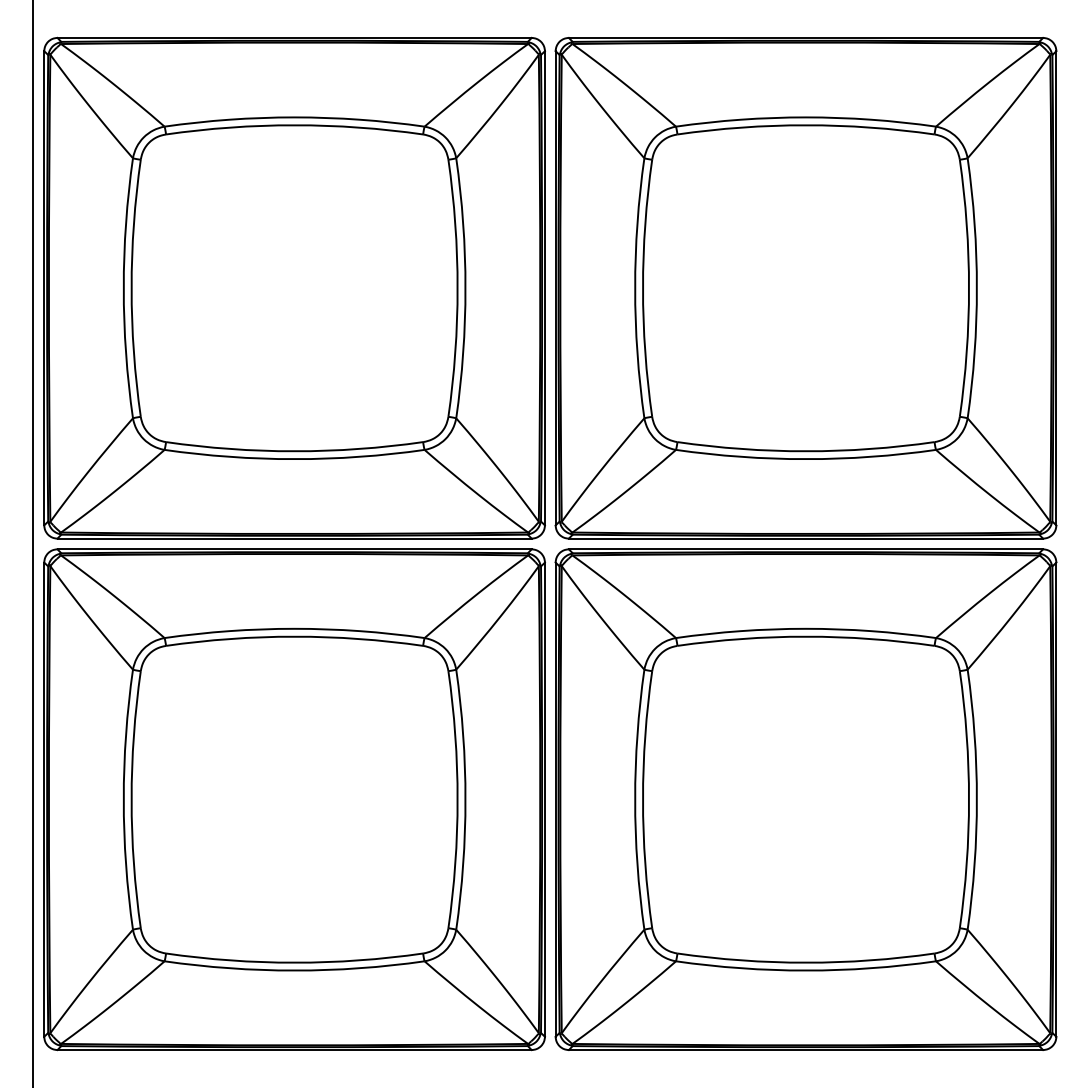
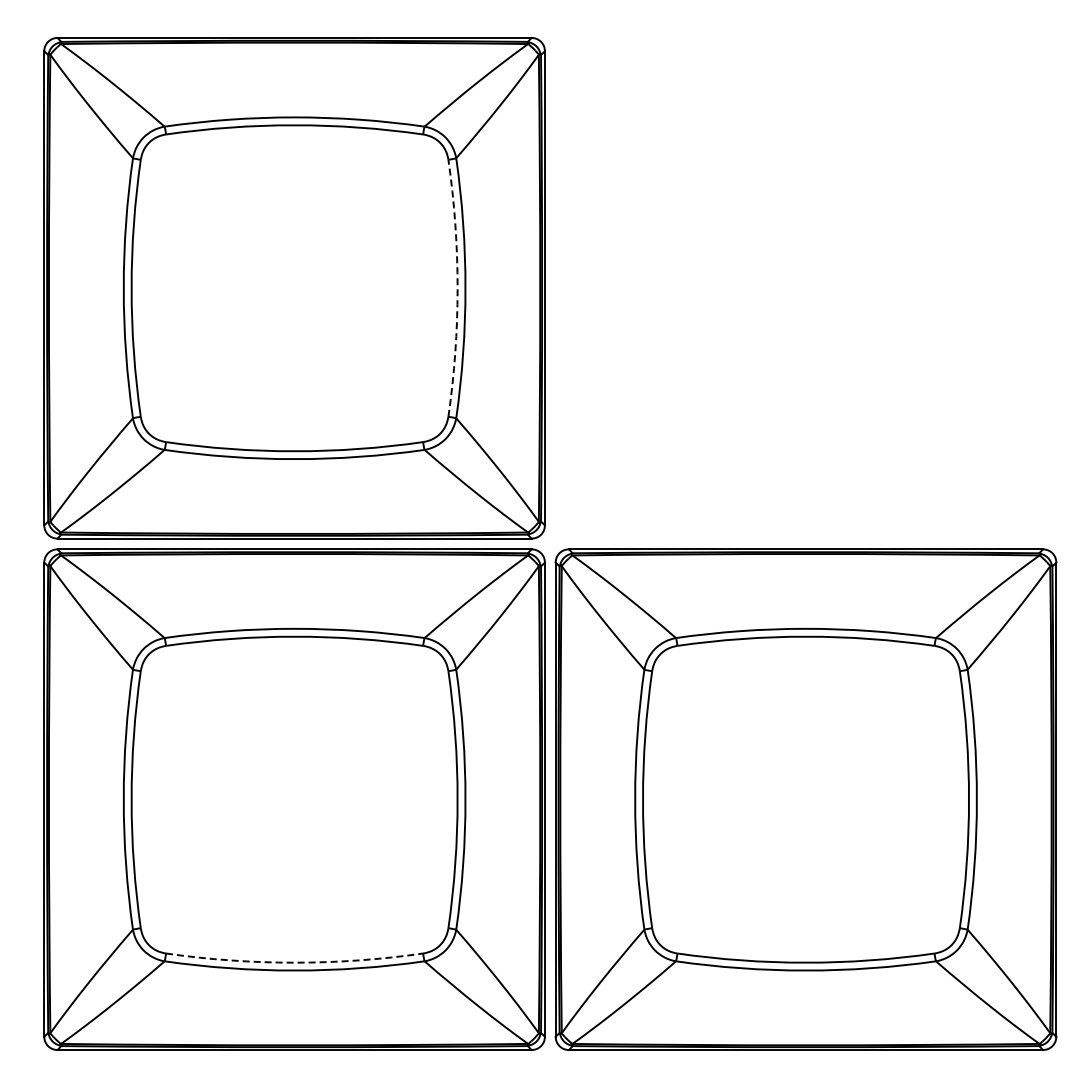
arc at (457, 288): solid -> dashed
part at (805, 288): present -> none
line at (32, 543): present -> none
arc at (294, 962): solid -> dashed
